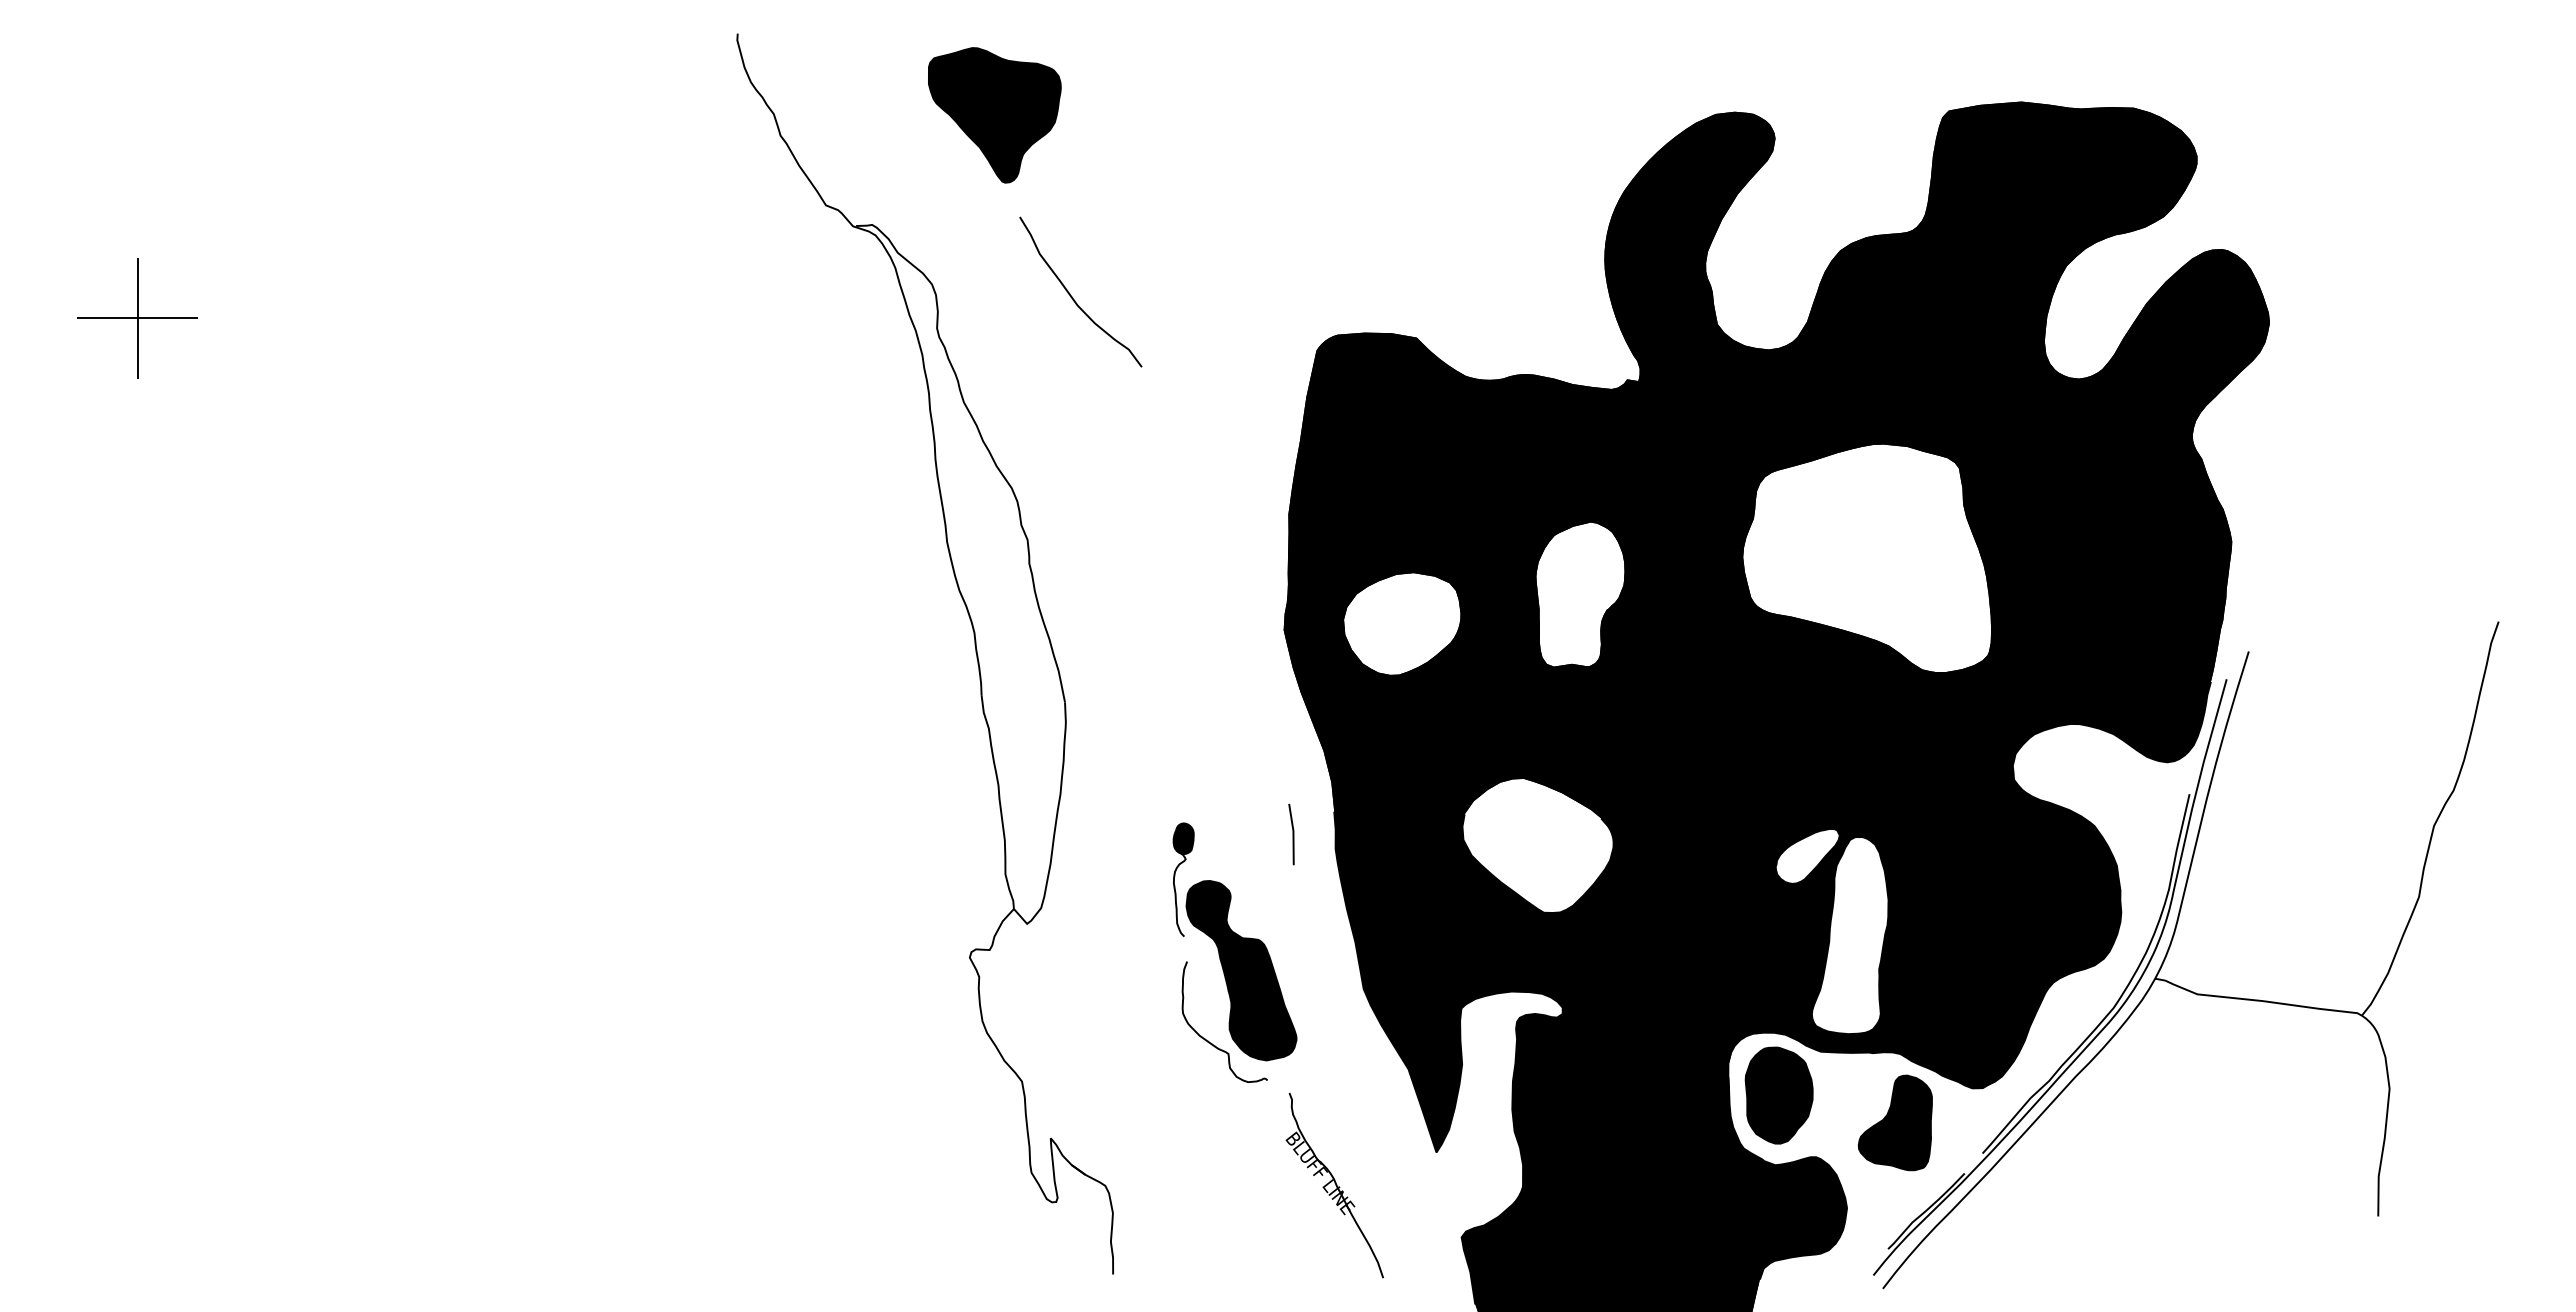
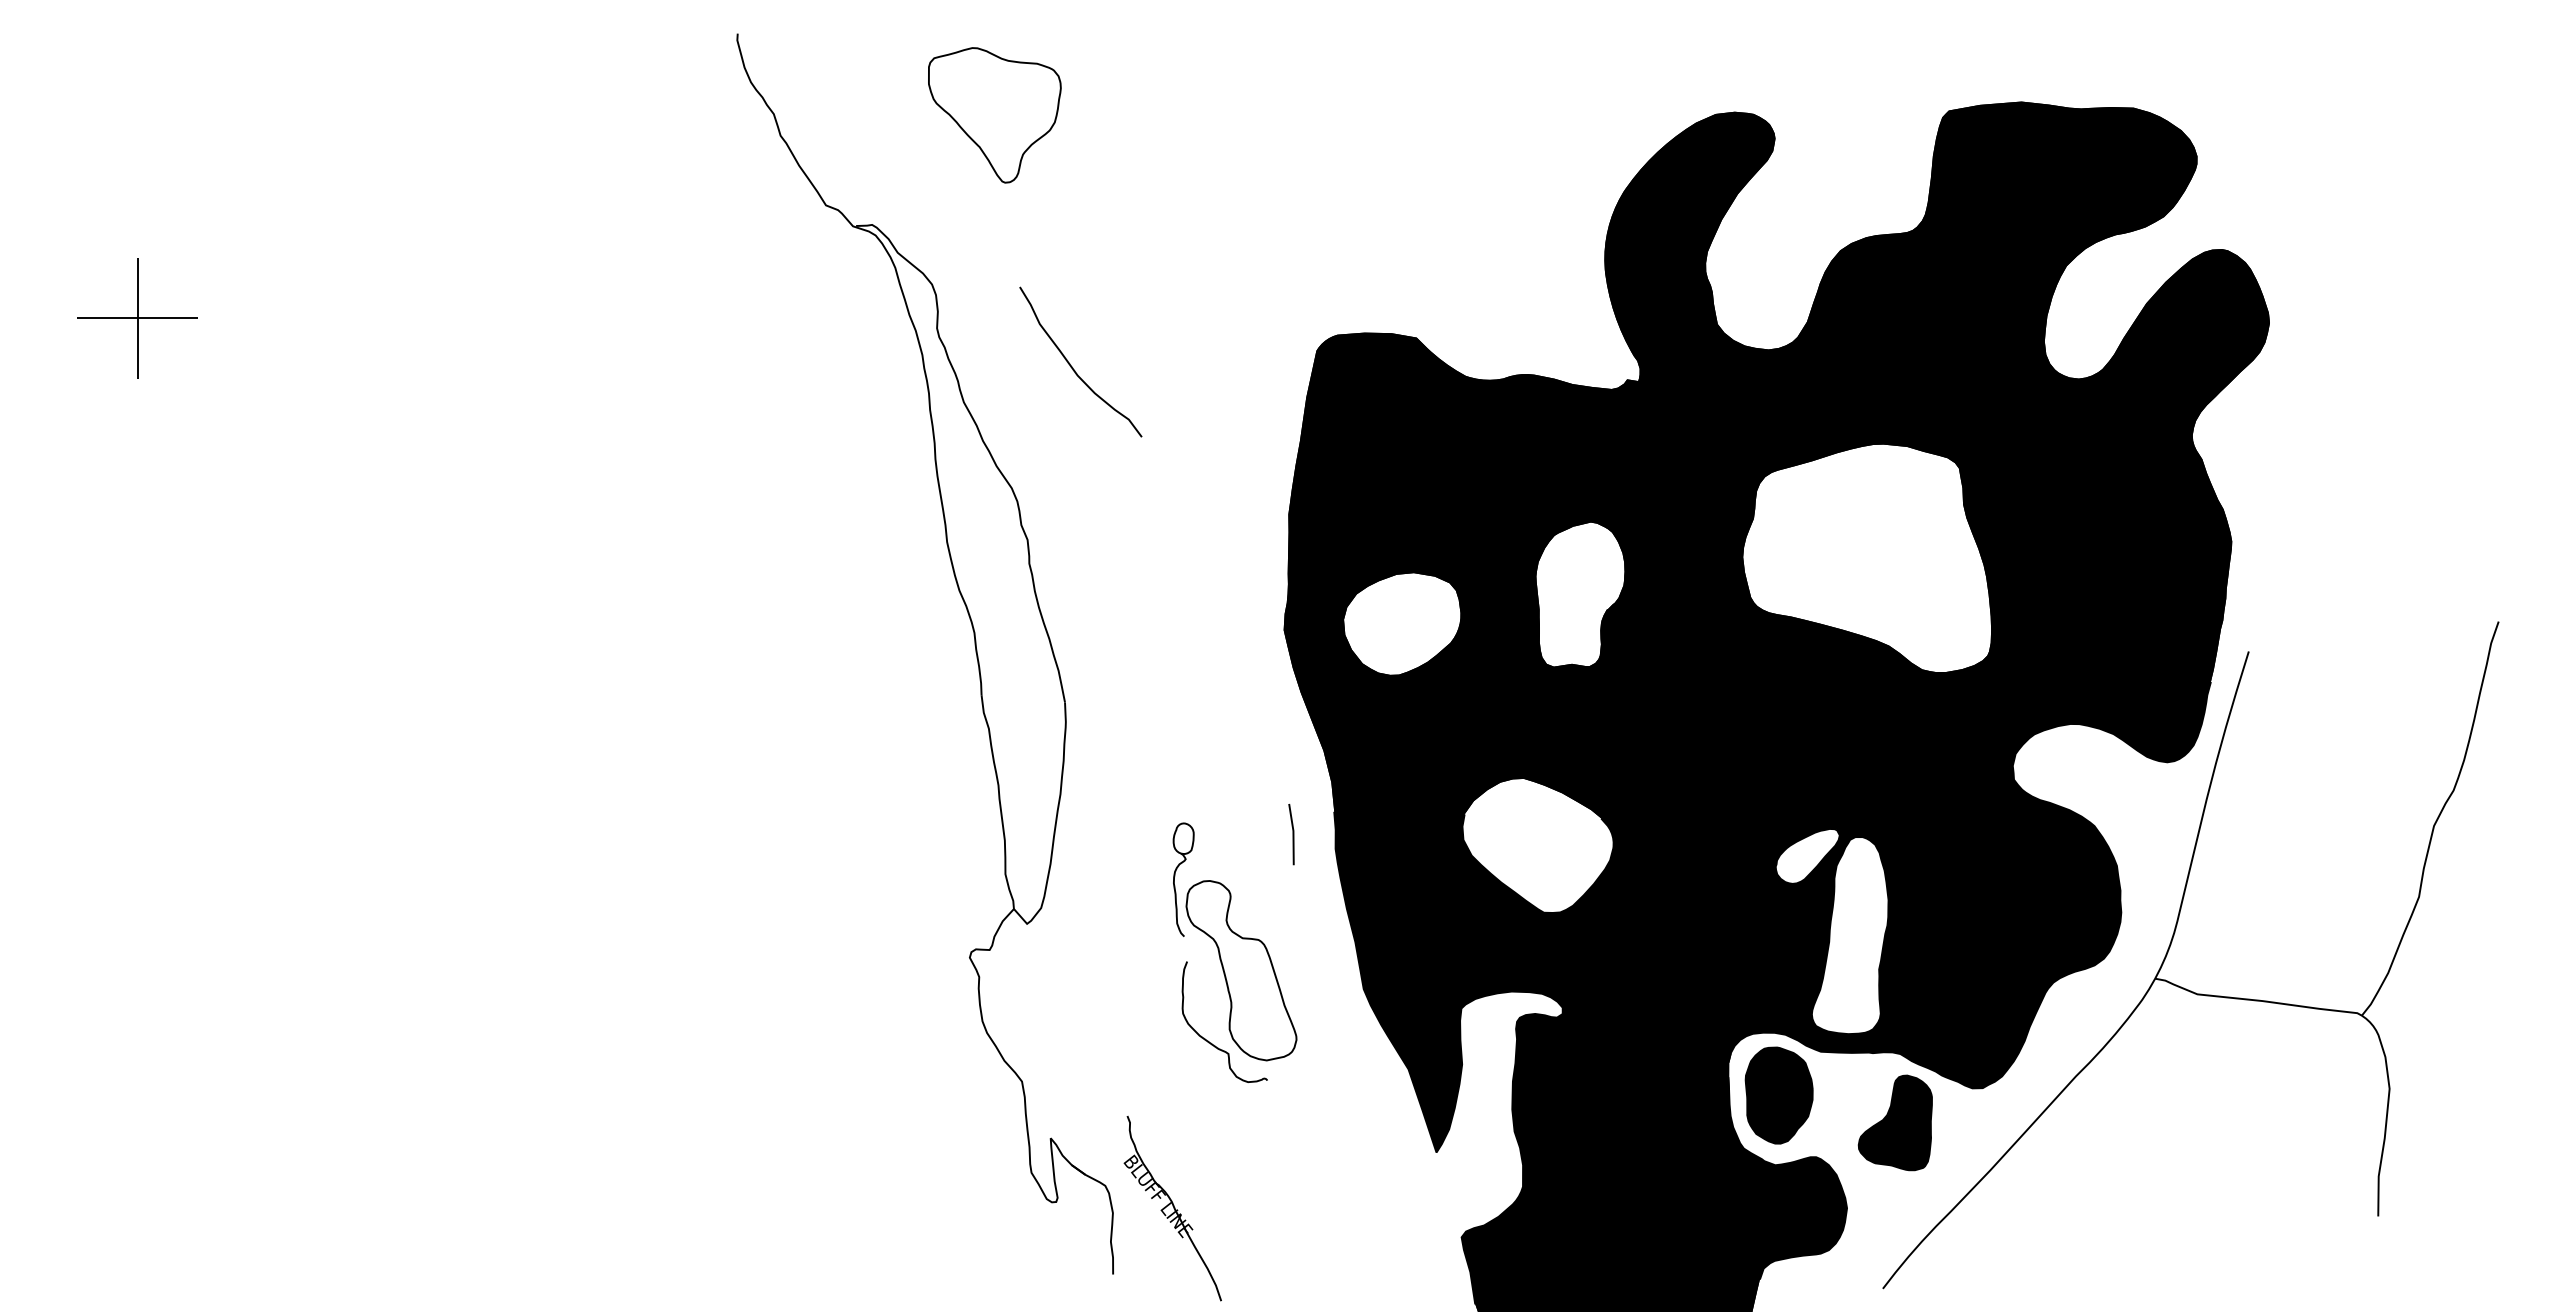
fill at (994, 115): present -> none
curve at (1072, 296) position: (1072, 296) -> (1072, 366)
fill at (1183, 838): present -> none
fill at (1241, 970): present -> none
part at (2099, 1022): present -> none
part at (1334, 1185) position: (1334, 1185) -> (1172, 1208)
